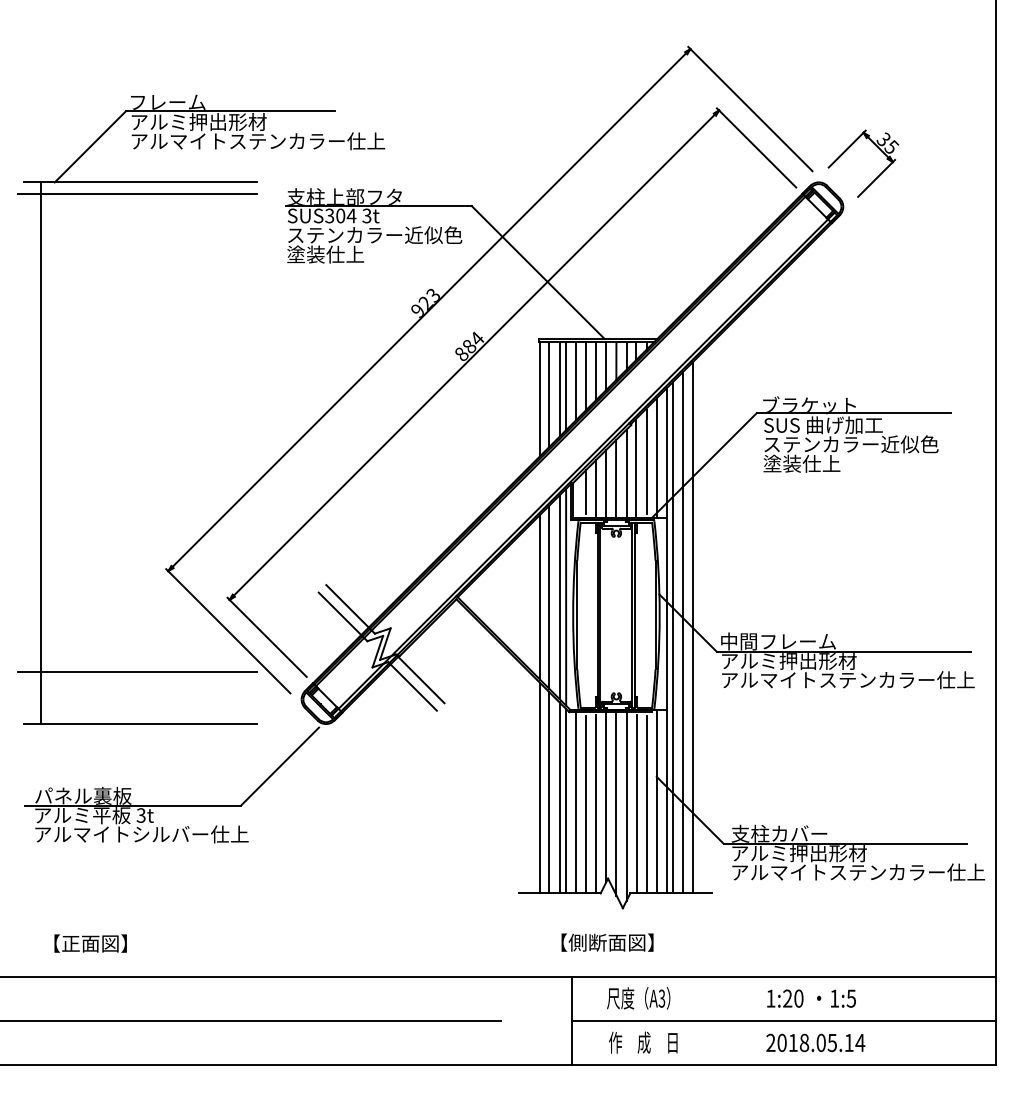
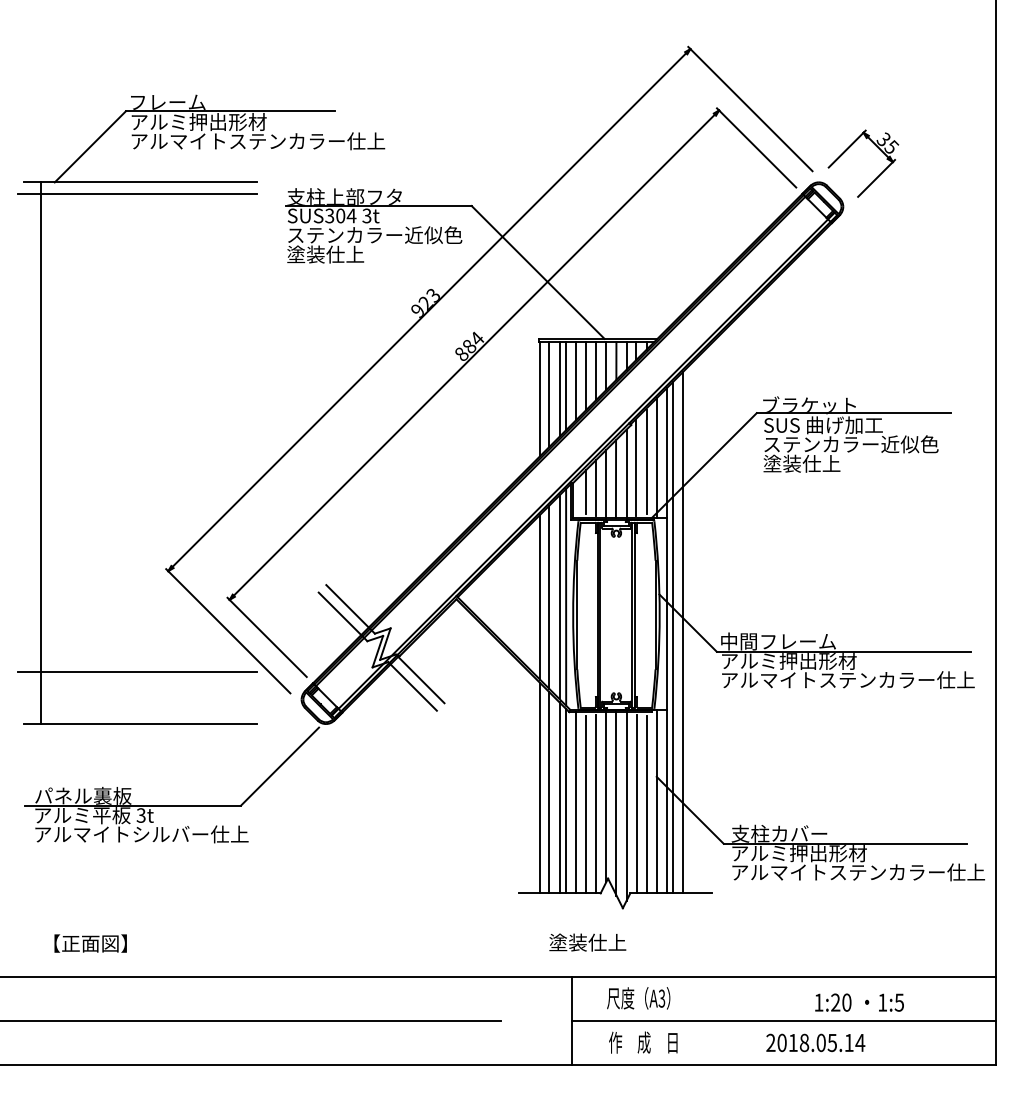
line at (692, 627): present -> none
text at (601, 942): 【側断面図】 -> 塗装仕上
text at (811, 998) position: (811, 998) -> (859, 1002)
